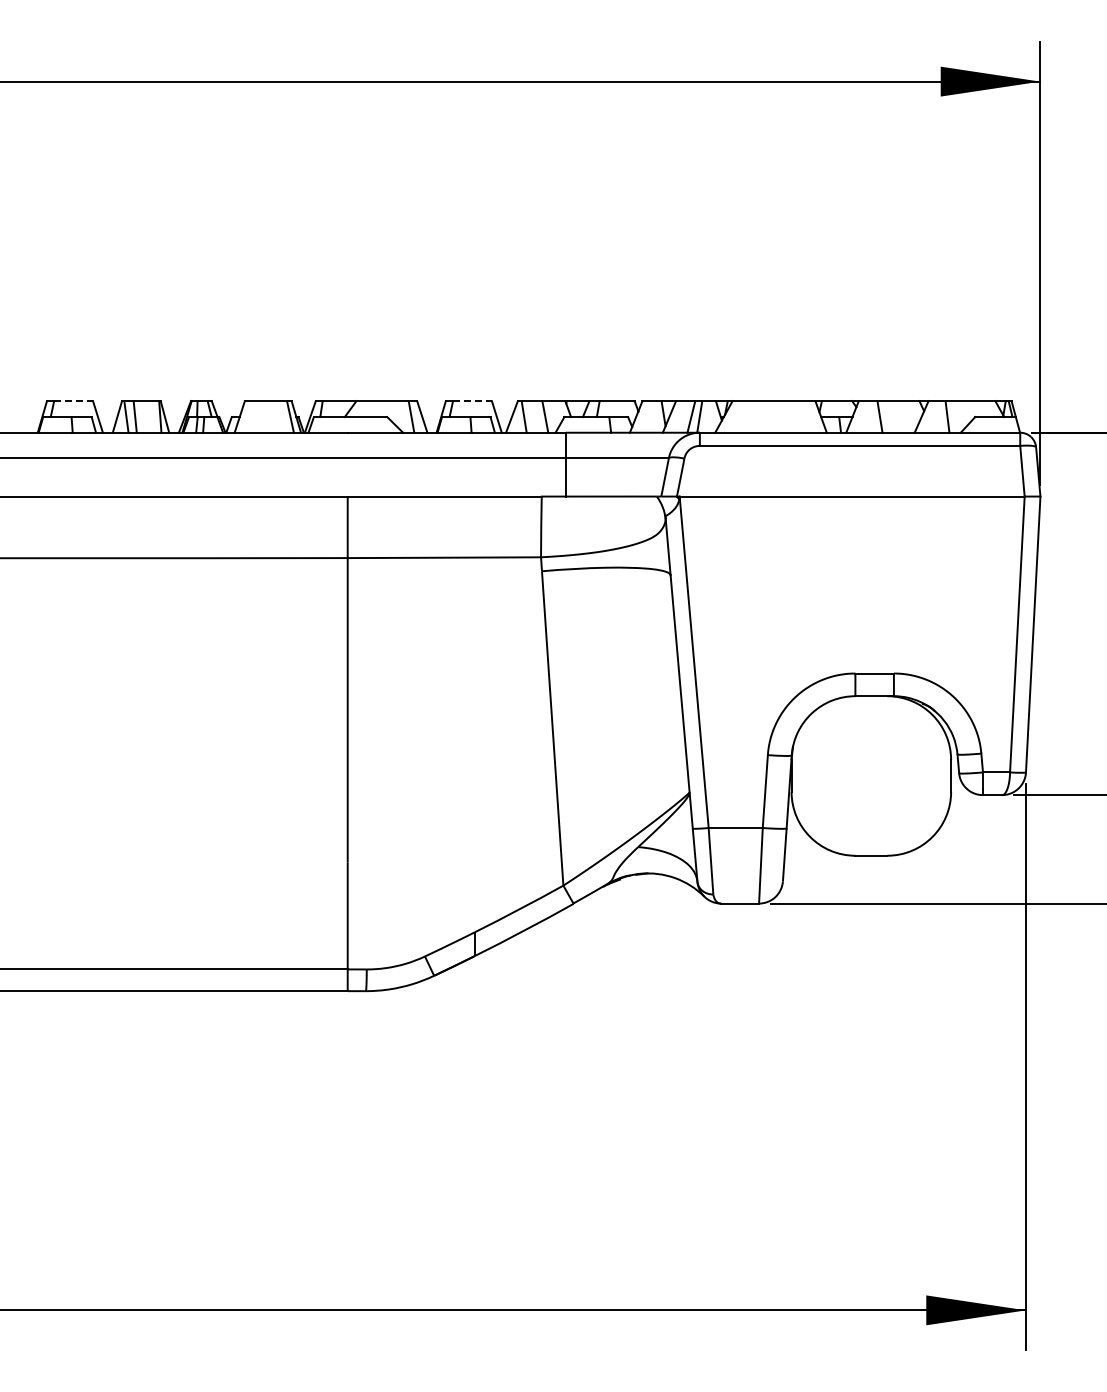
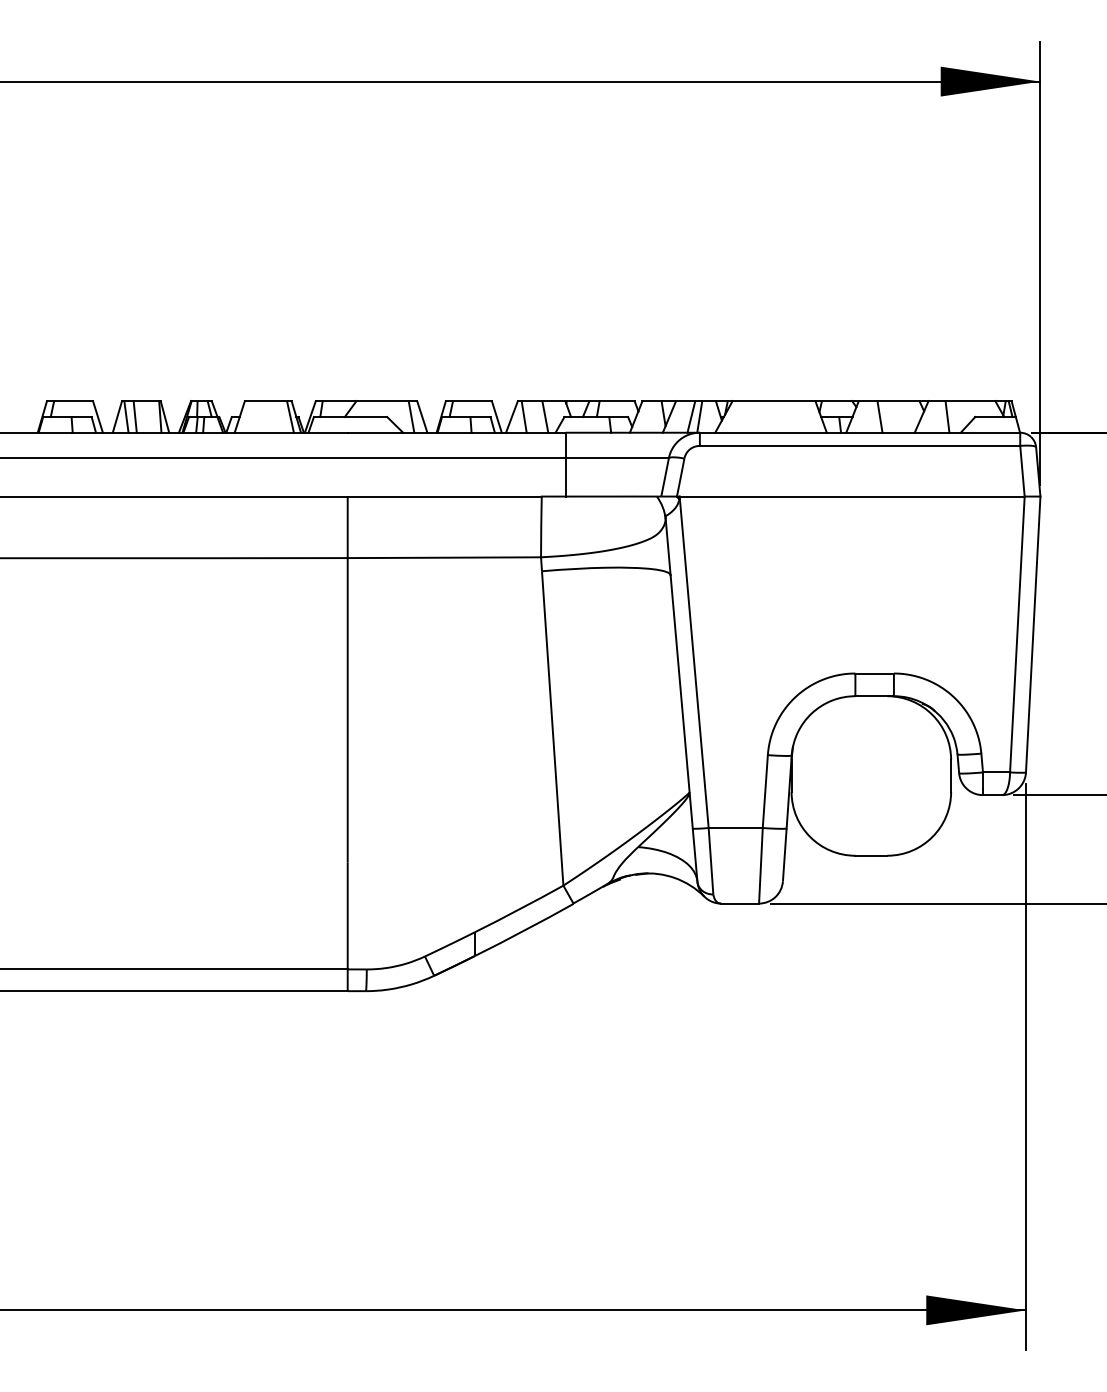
line at (74, 401): dashed -> solid
line at (472, 401): dashed -> solid
